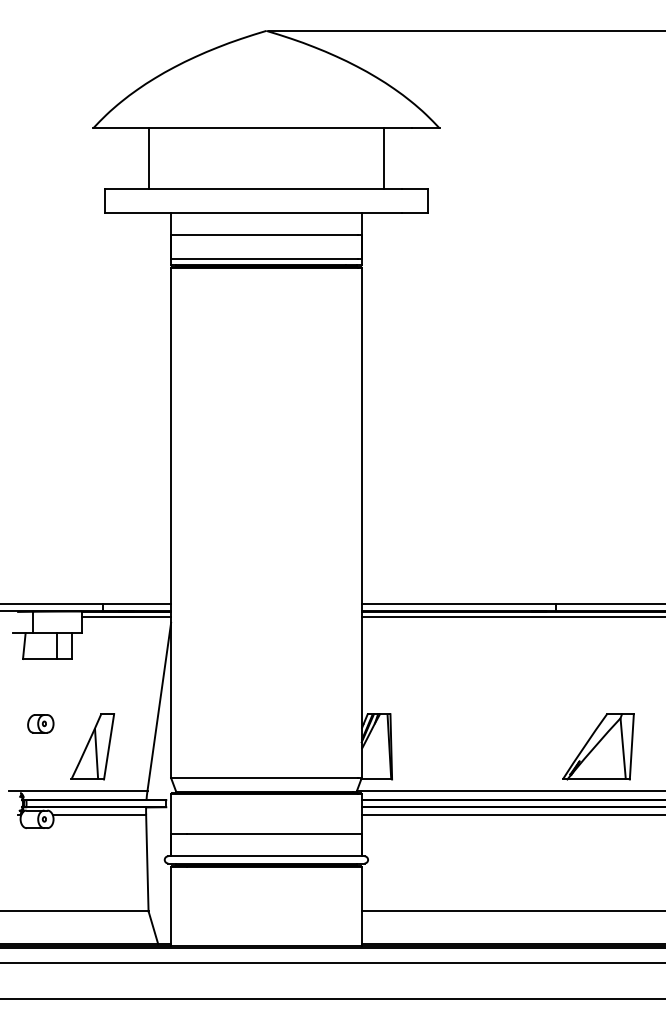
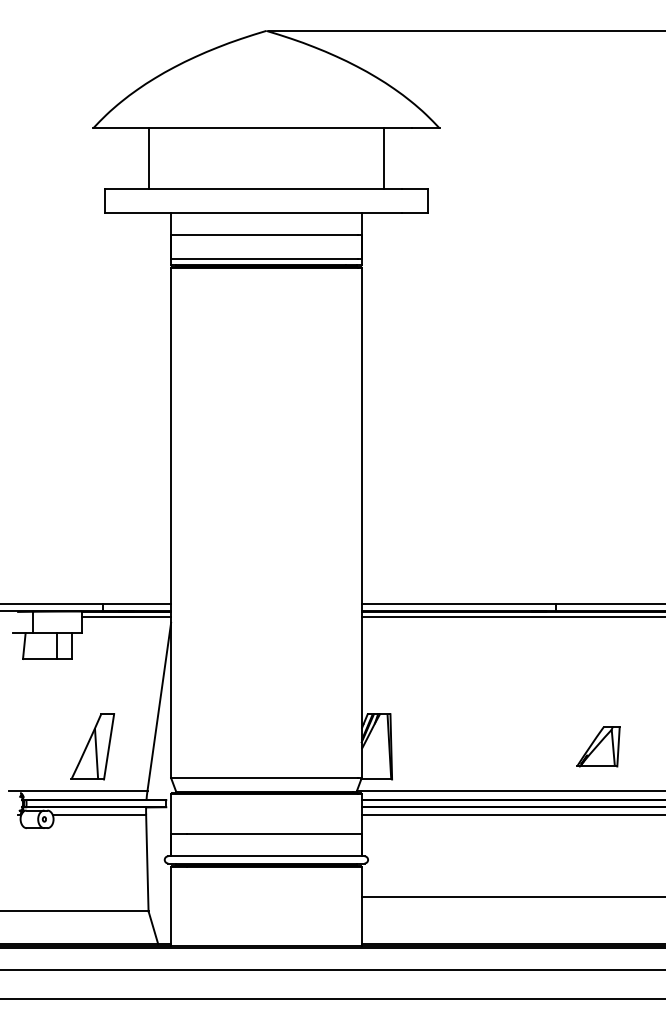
part at (40, 723): present -> none
part at (598, 746) size: 73x68 px -> 45x42 px
line at (511, 911) position: (511, 911) -> (511, 897)
line at (332, 963) position: (332, 963) -> (332, 970)
